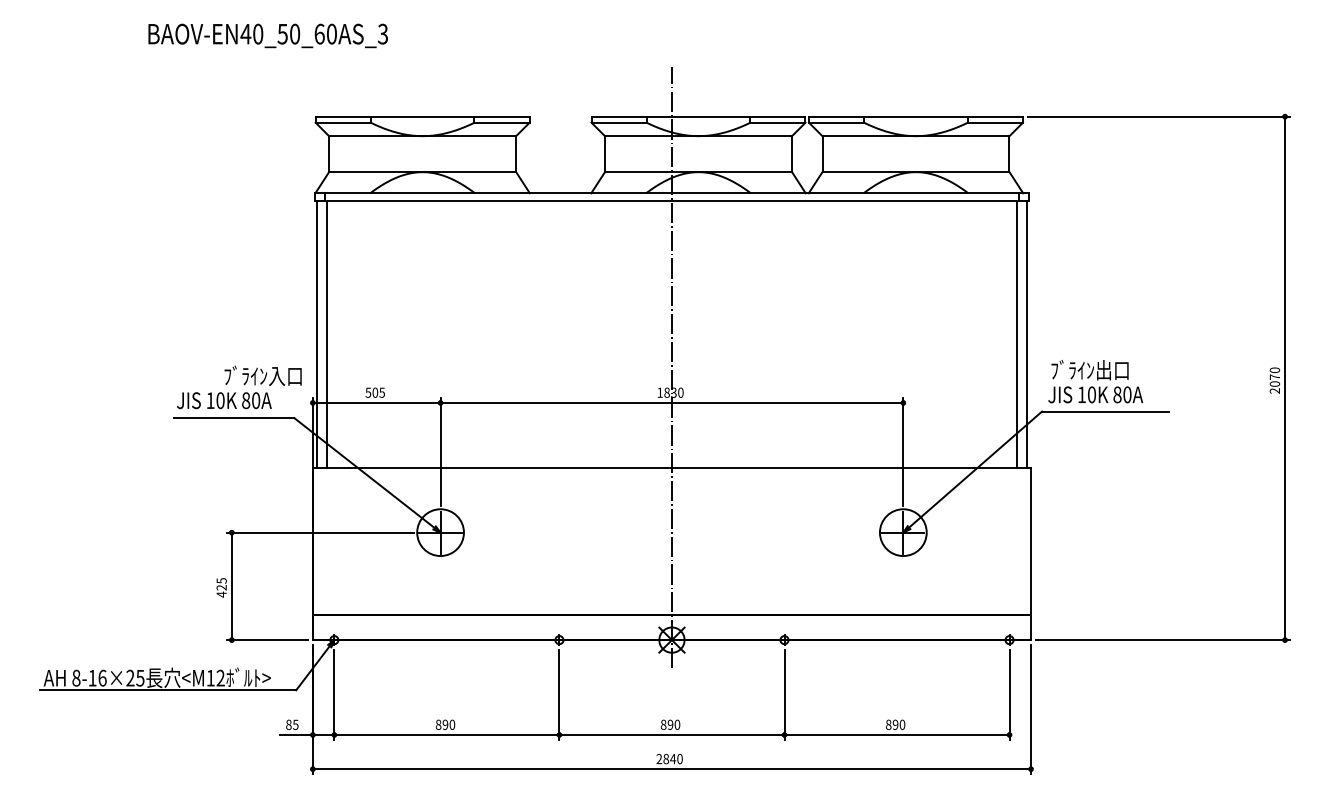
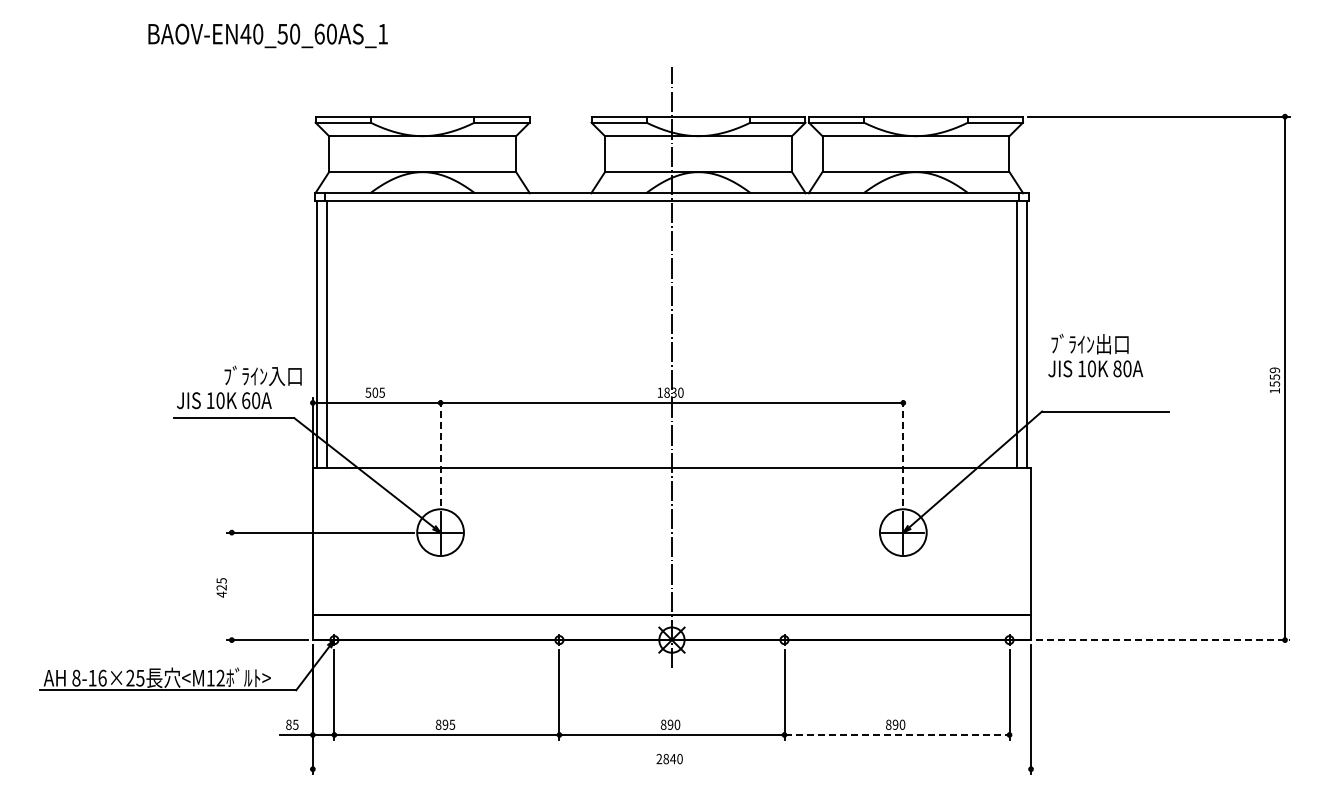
text at (382, 33): BAOV-EN40_50_60AS_3 -> BAOV-EN40_50_60AS_1
text at (1274, 380): 2070 -> 1559
text at (1095, 381) position: (1095, 381) -> (1095, 355)
text at (246, 400): 80A -> 60A
line at (440, 451): solid -> dashed
line at (903, 451): solid -> dashed
line at (231, 586): present -> none
line at (1163, 640): solid -> dashed
text at (452, 724): 890 -> 895
line at (897, 734): solid -> dashed
line at (671, 769): present -> none
